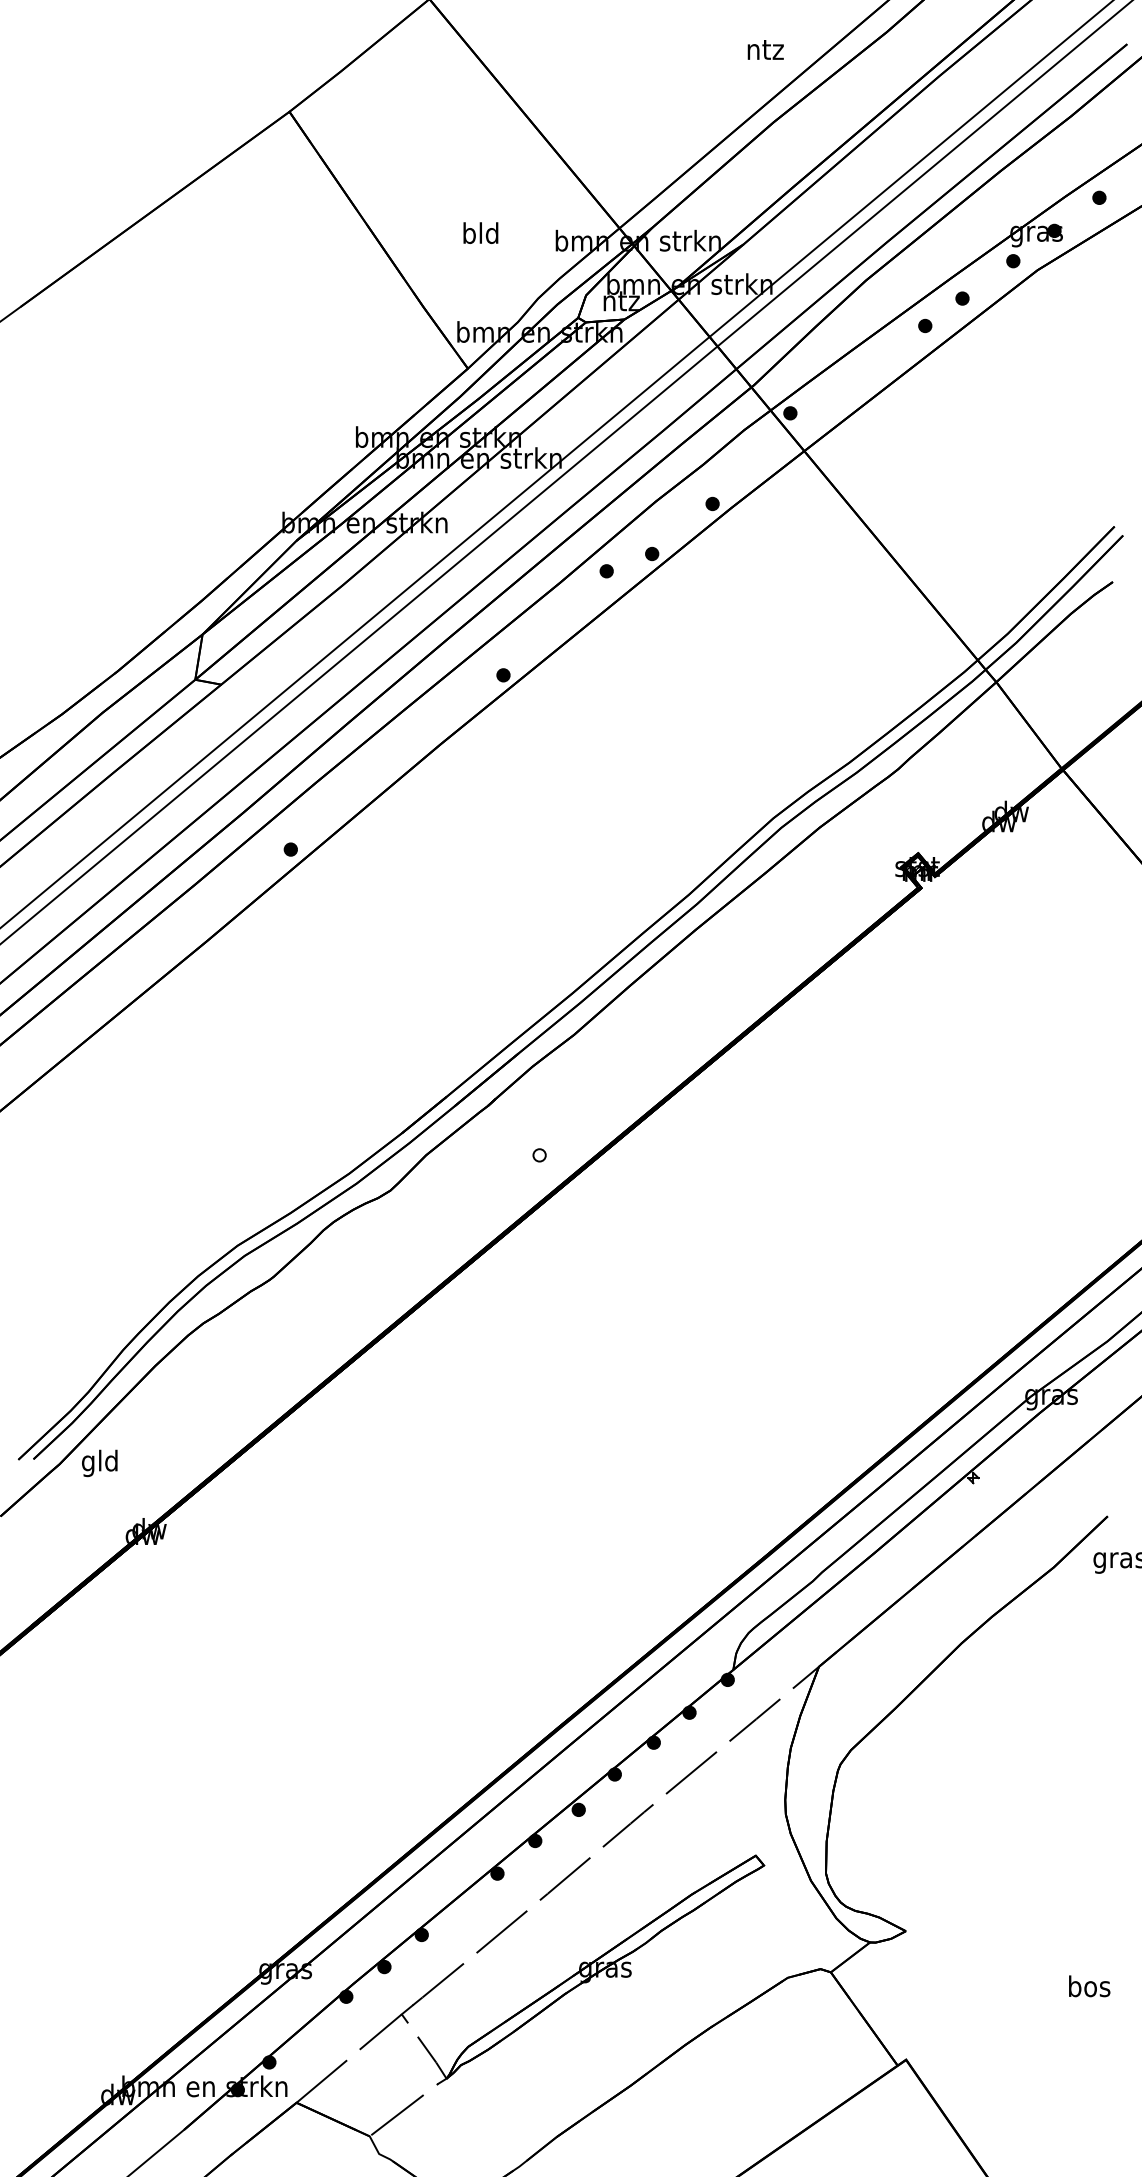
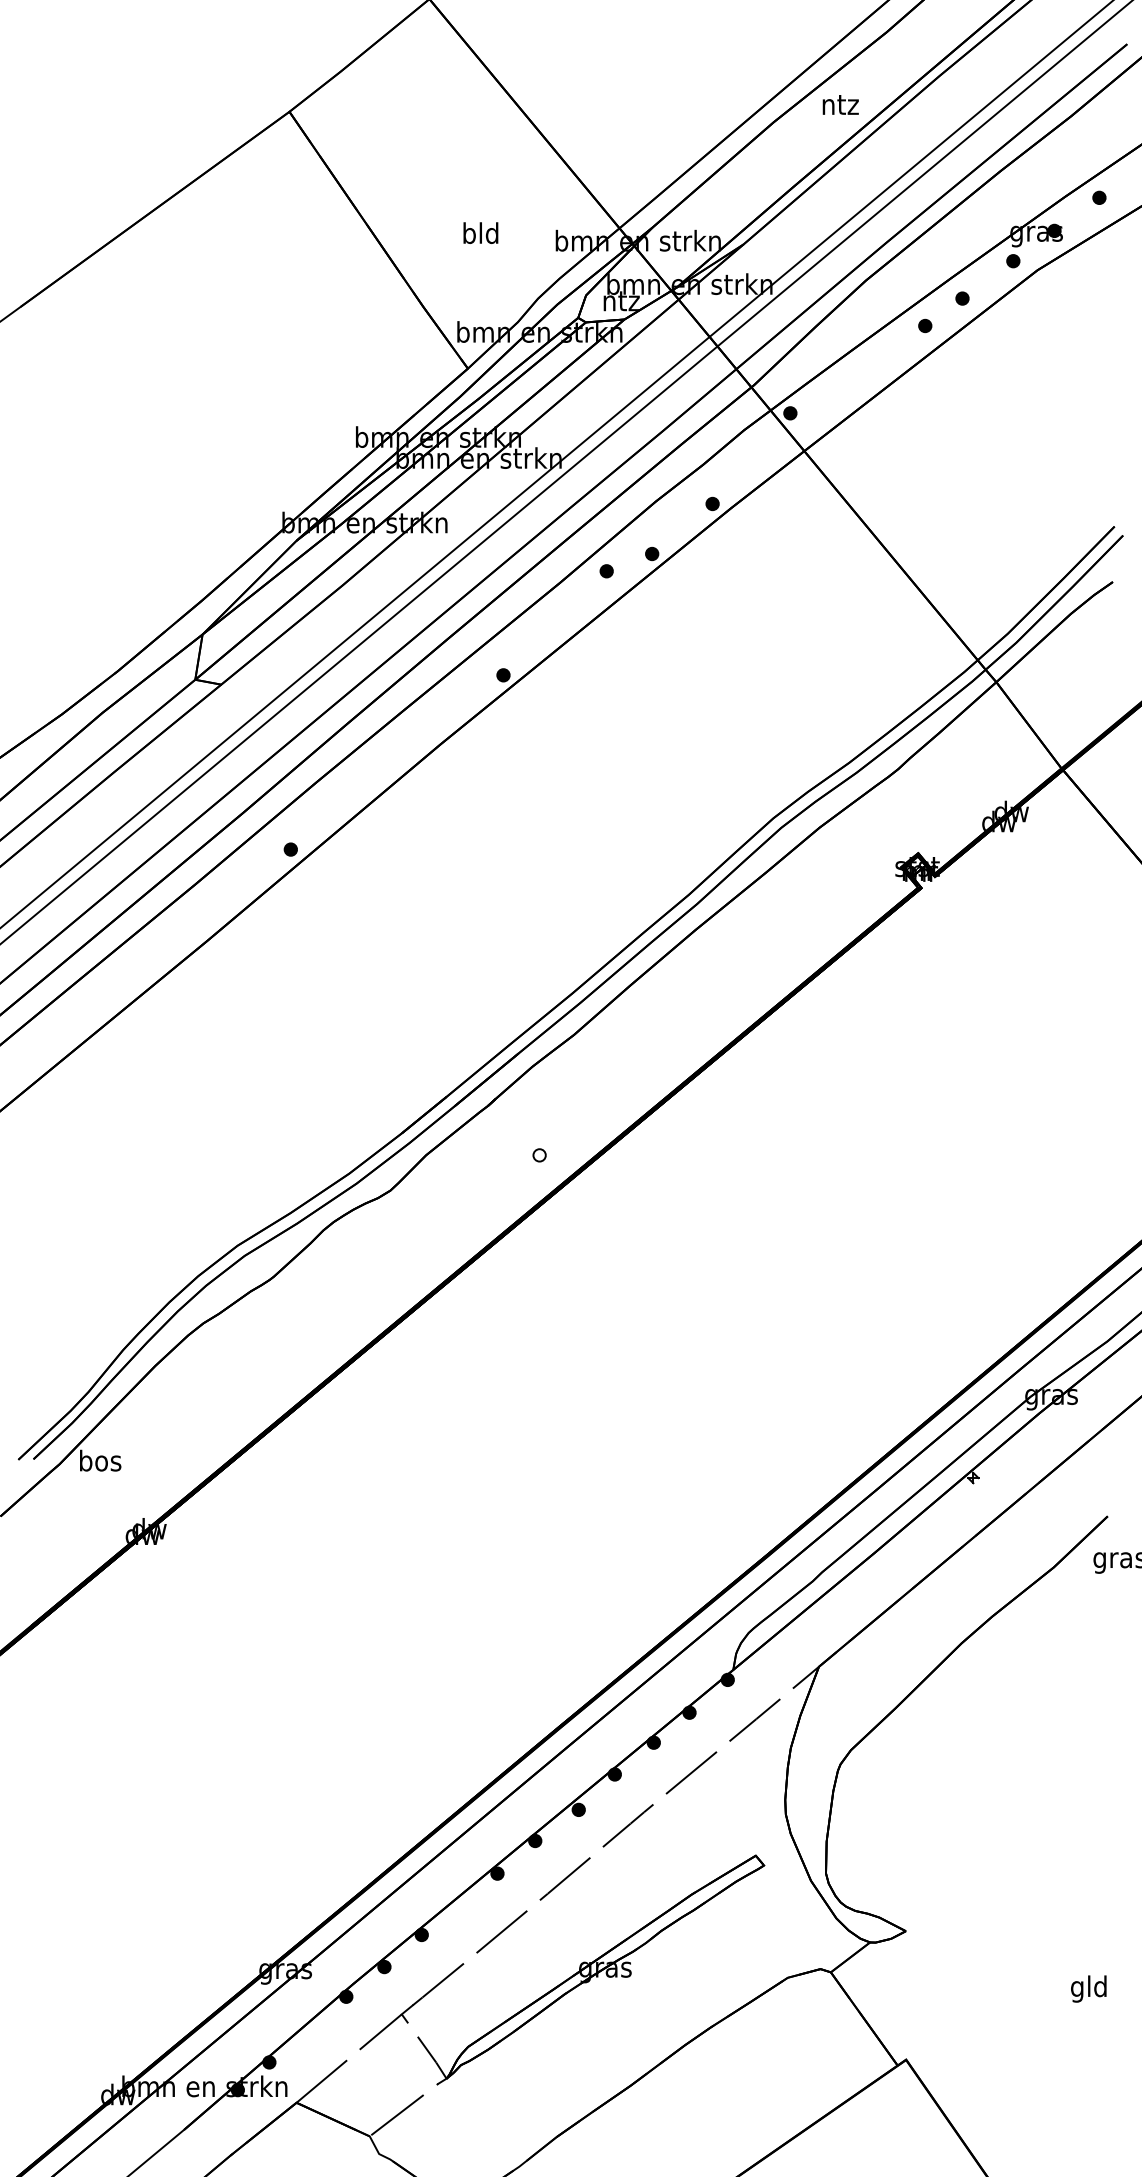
text at (765, 49) position: (765, 49) -> (840, 104)
text at (100, 1463): gld -> bos
text at (1089, 1988): bos -> gld
